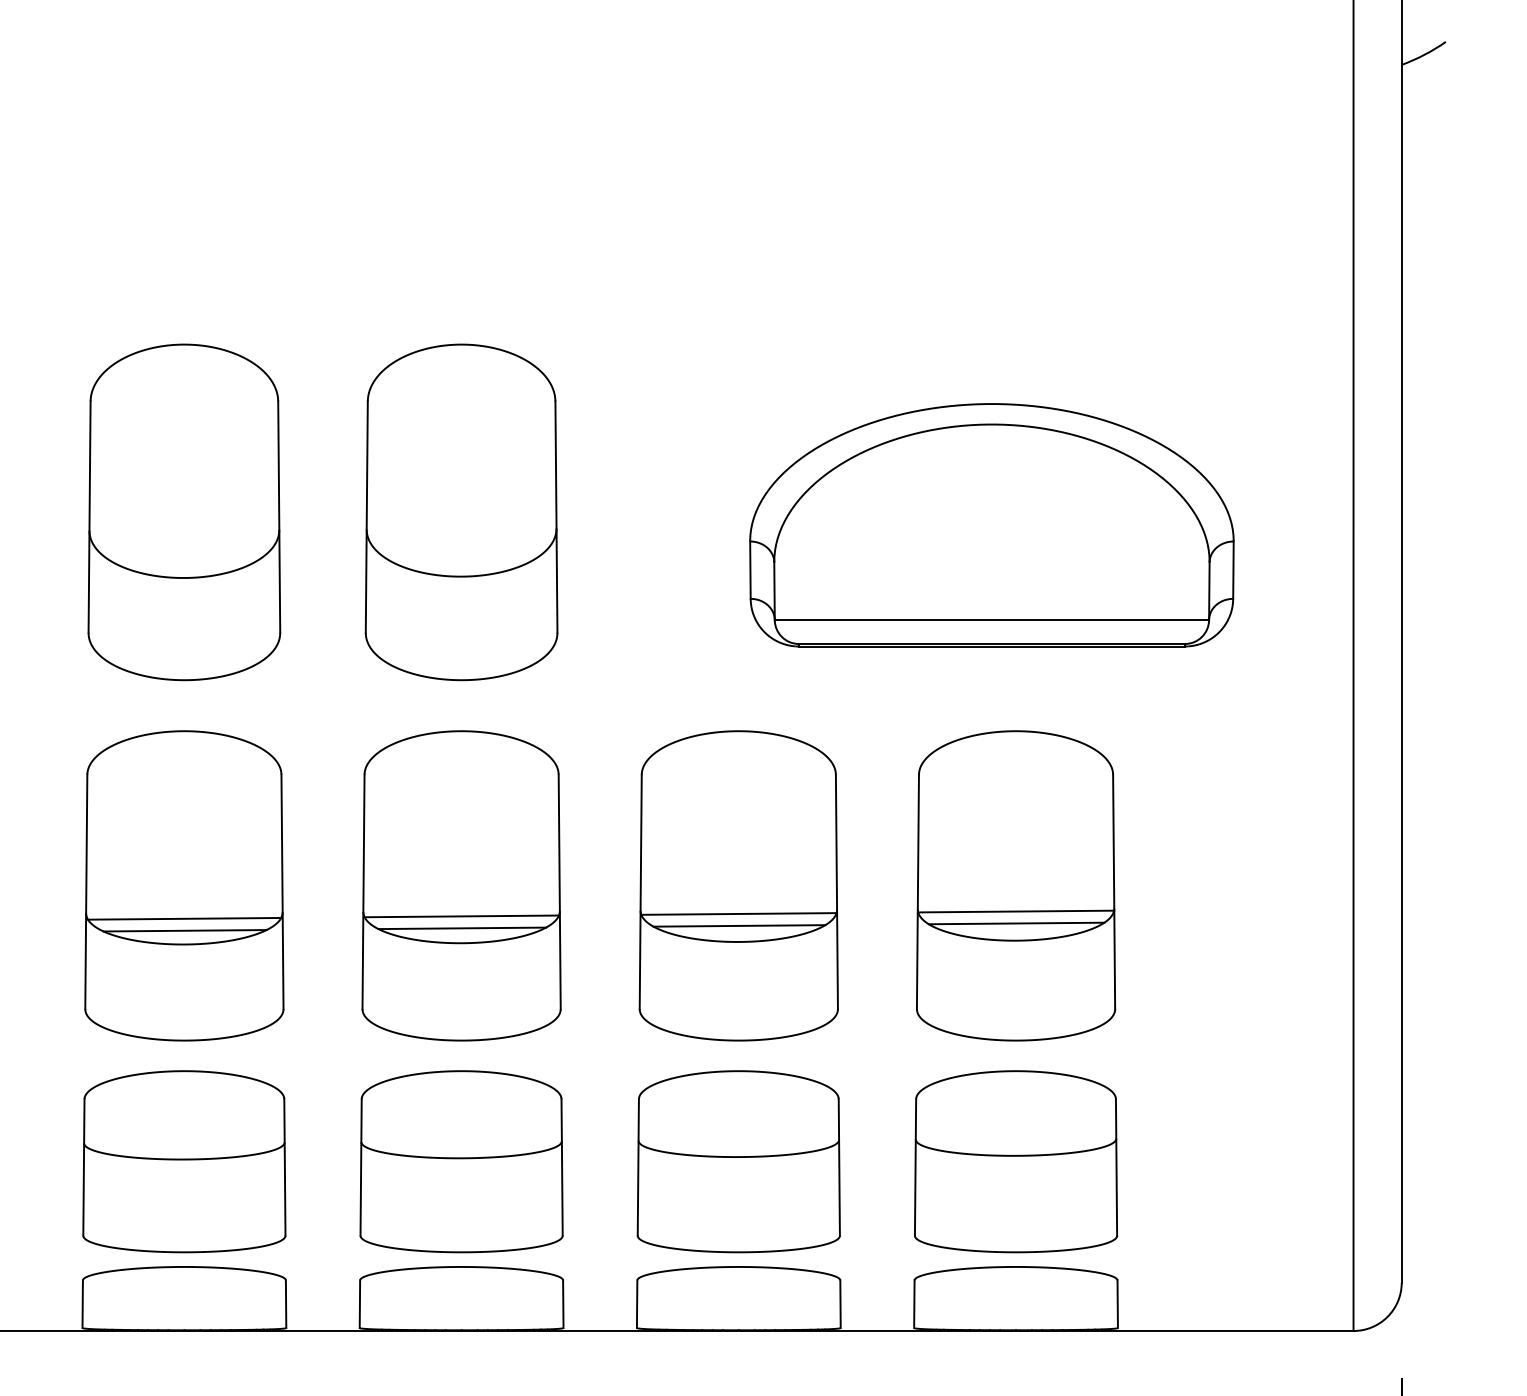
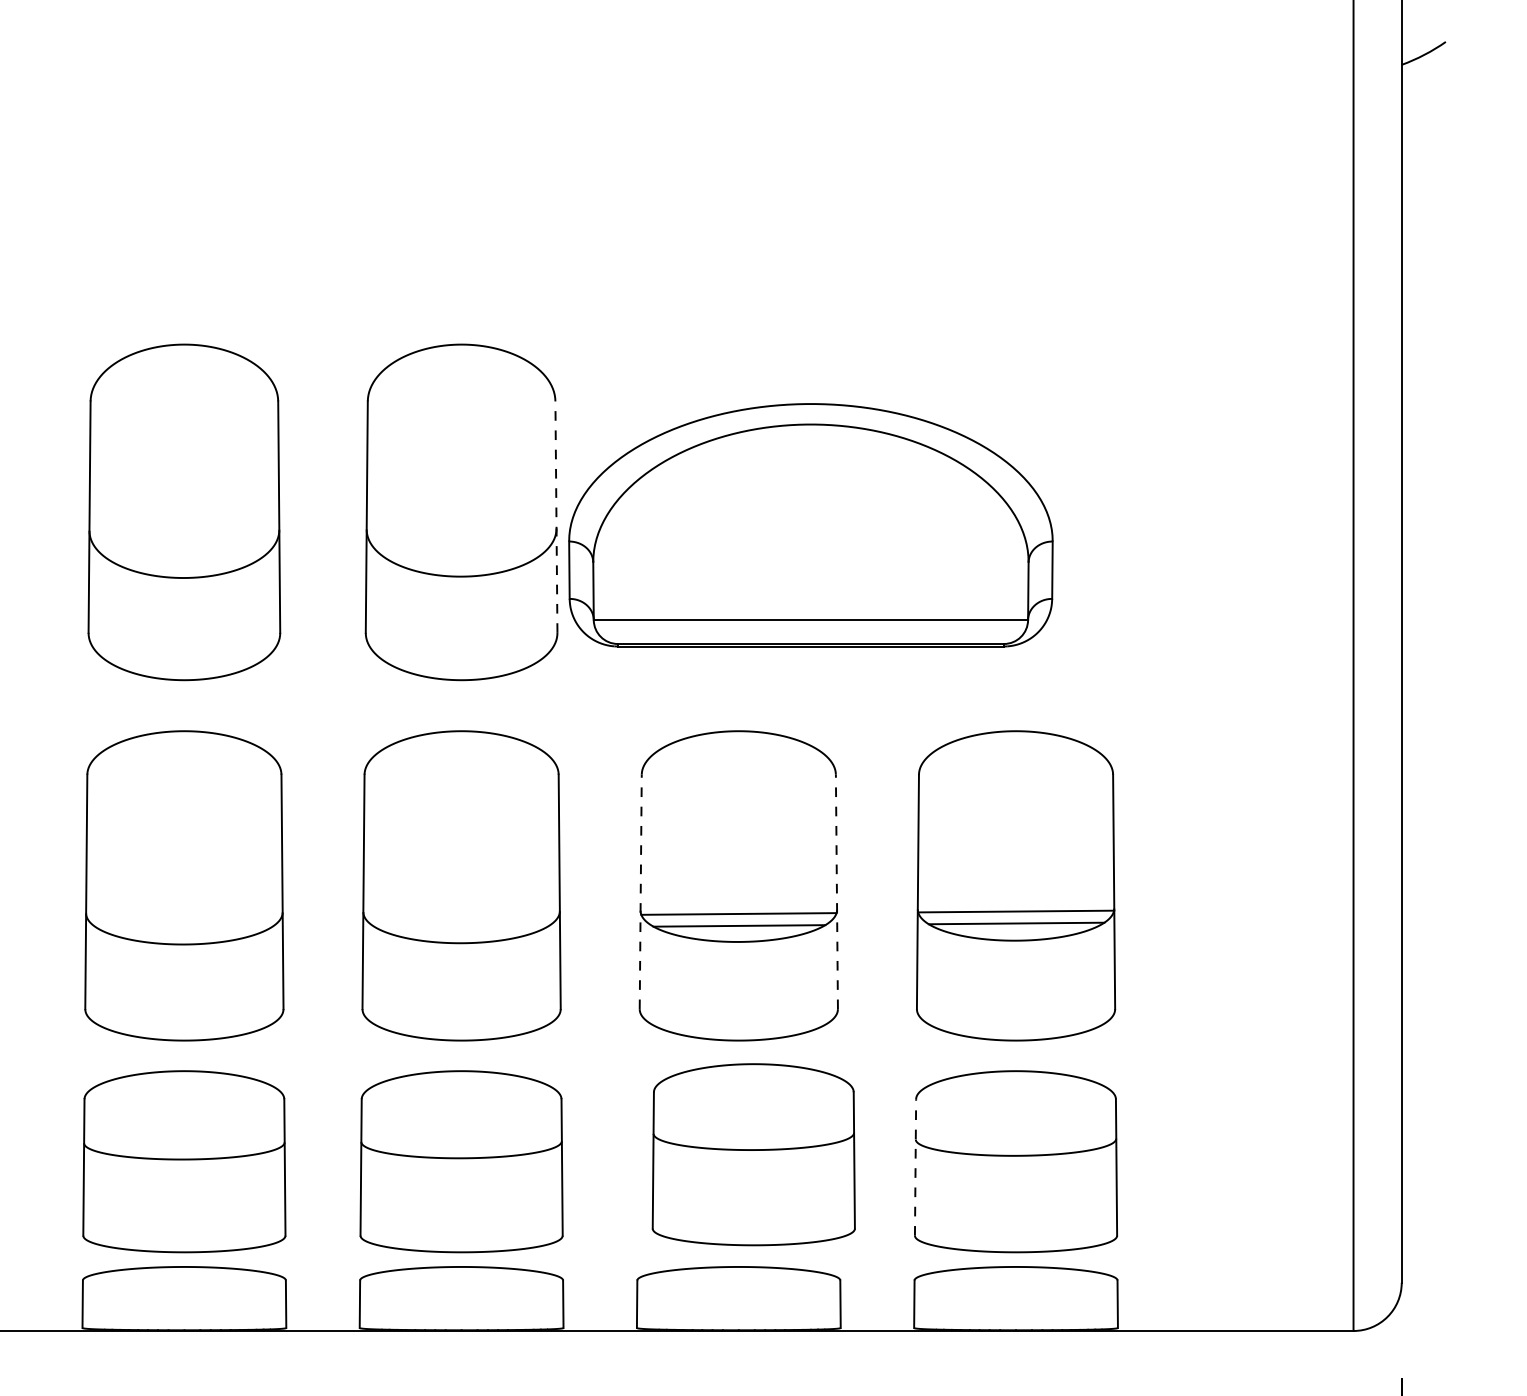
line at (556, 517): solid -> dashed
part at (991, 525) position: (991, 525) -> (810, 525)
line at (640, 891): solid -> dashed
line at (836, 891): solid -> dashed
line at (461, 916): present -> none
line at (184, 918): present -> none
line at (462, 928): present -> none
line at (184, 930): present -> none
part at (738, 1161) position: (738, 1161) -> (753, 1154)
line at (915, 1166): solid -> dashed
